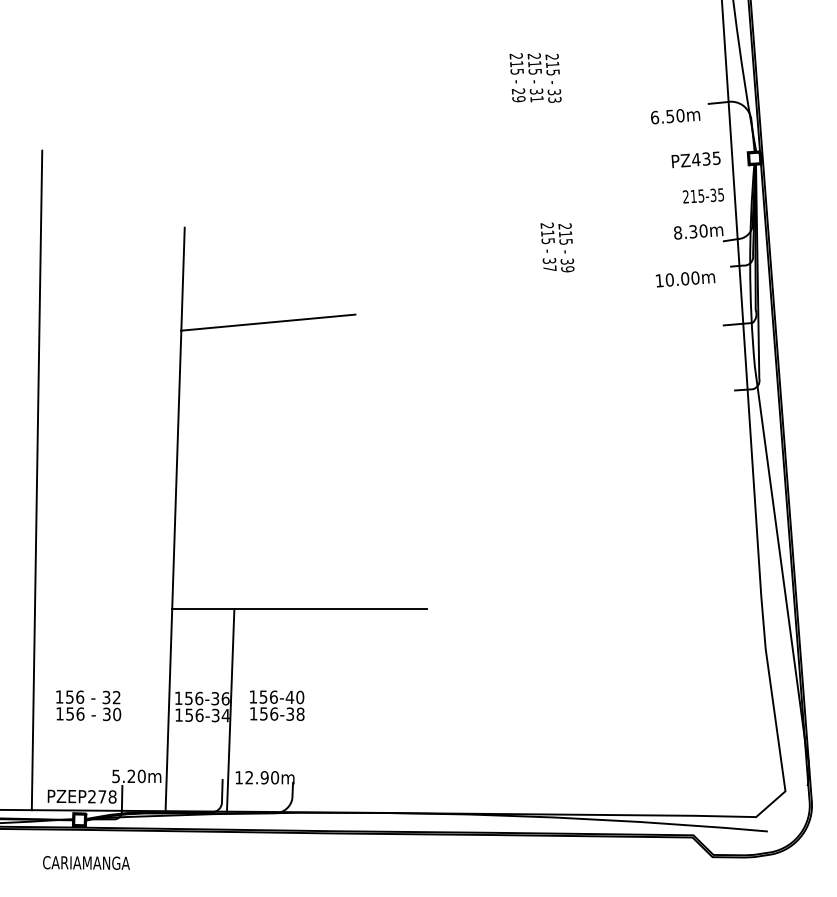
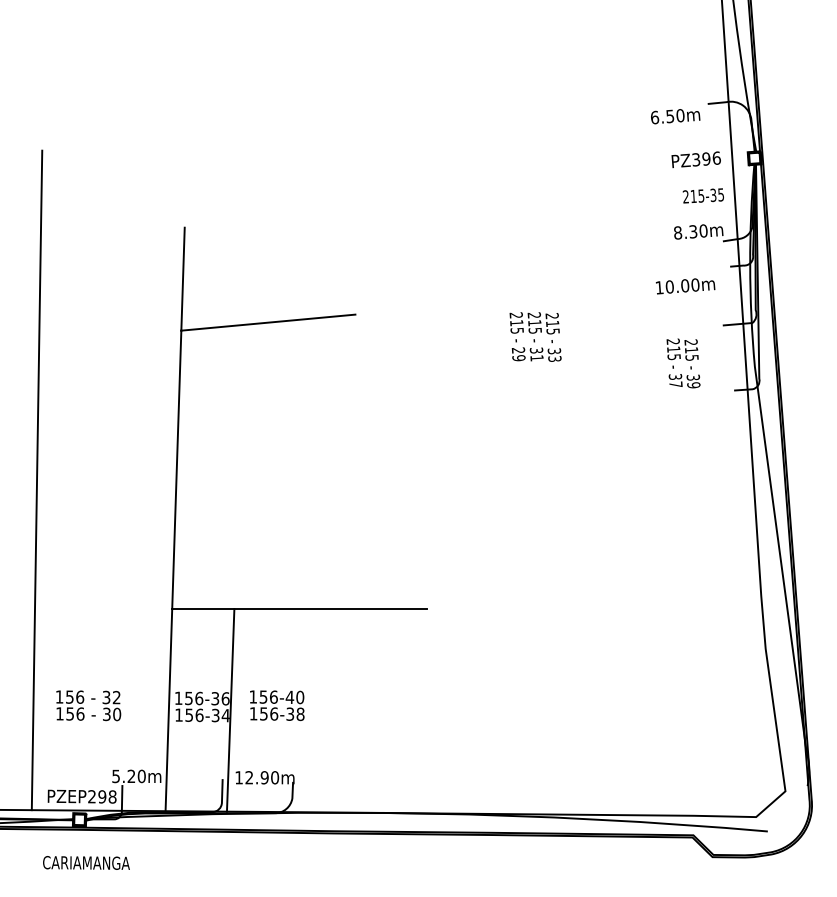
text at (535, 77) position: (535, 77) -> (535, 336)
text at (706, 158): PZ435 -> PZ396
text at (557, 247) position: (557, 247) -> (683, 363)
text at (685, 279) position: (685, 279) -> (685, 286)
text at (102, 796): PZEP278 -> PZEP298
